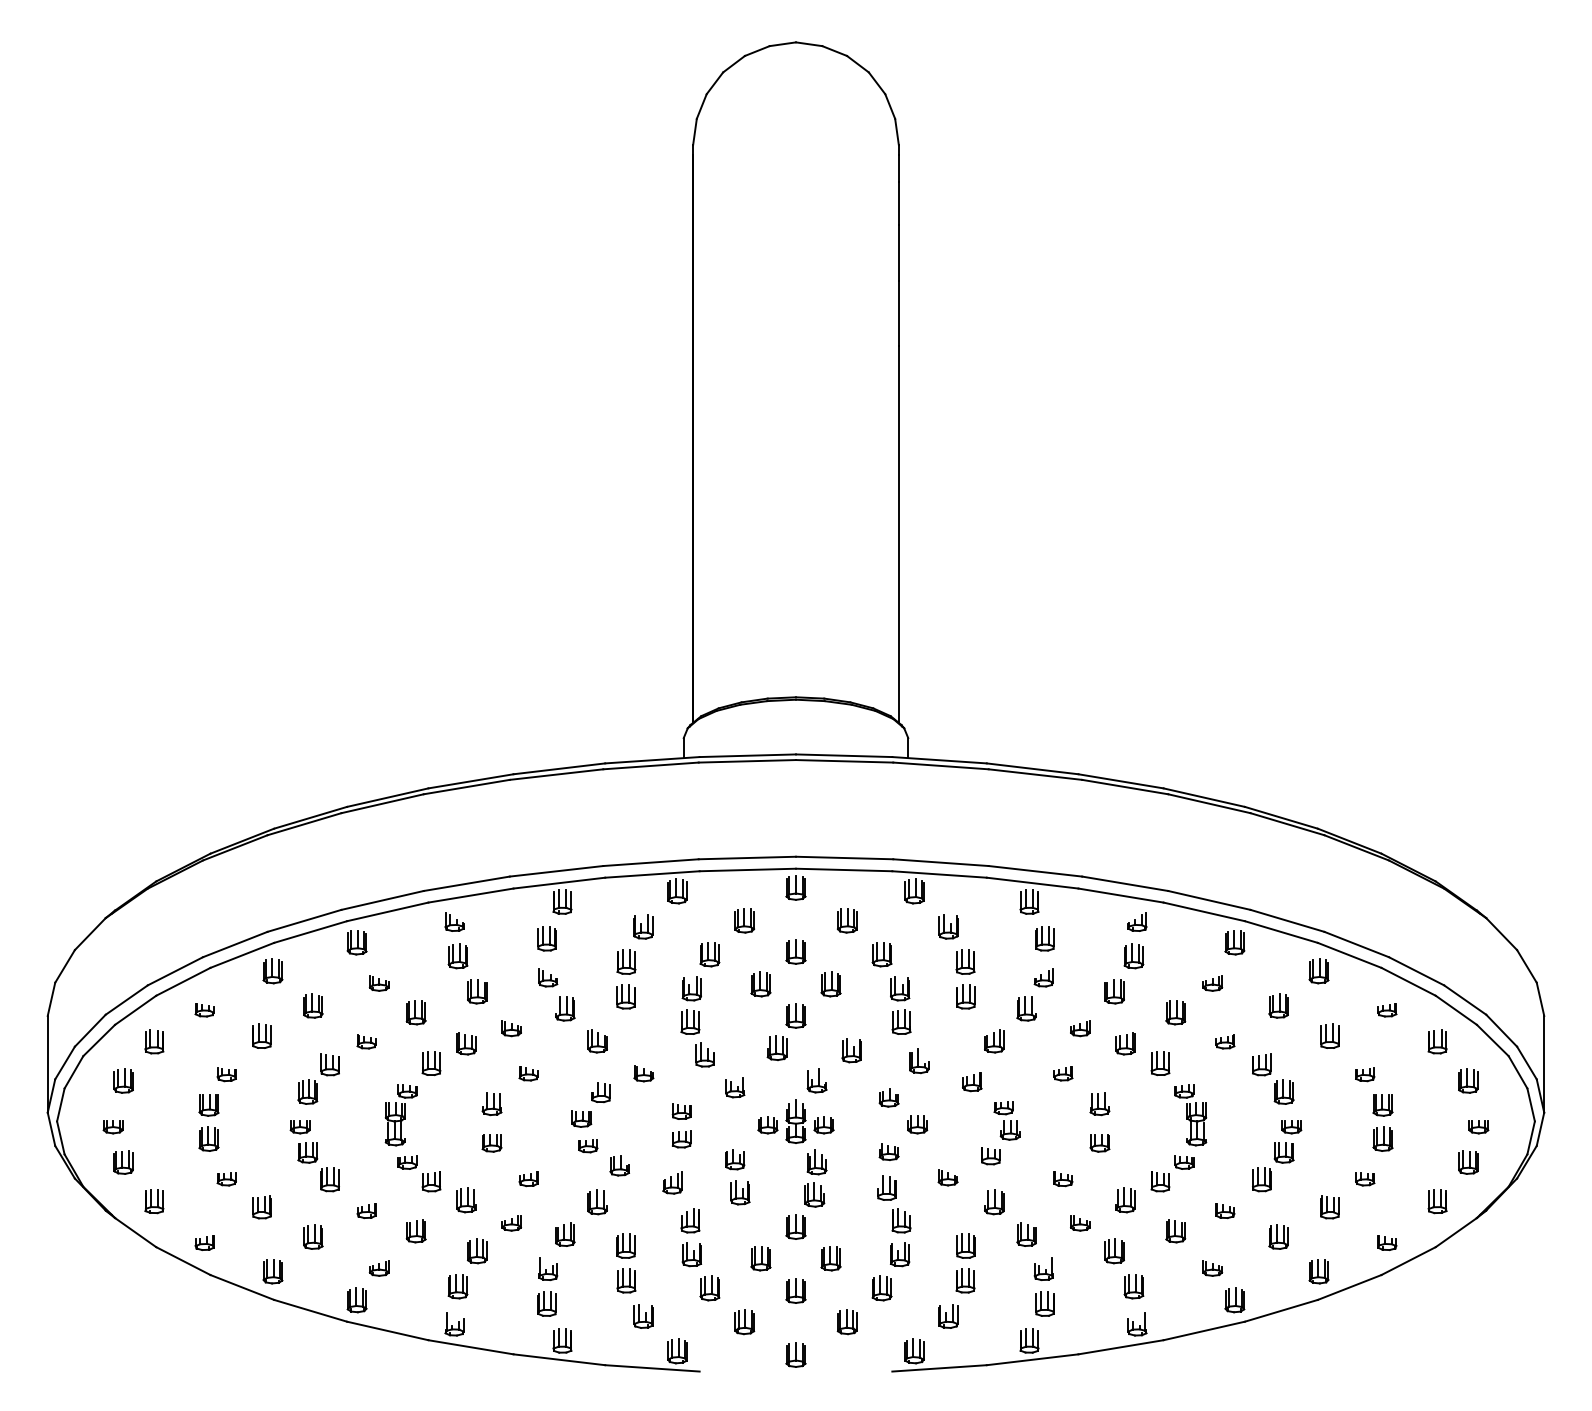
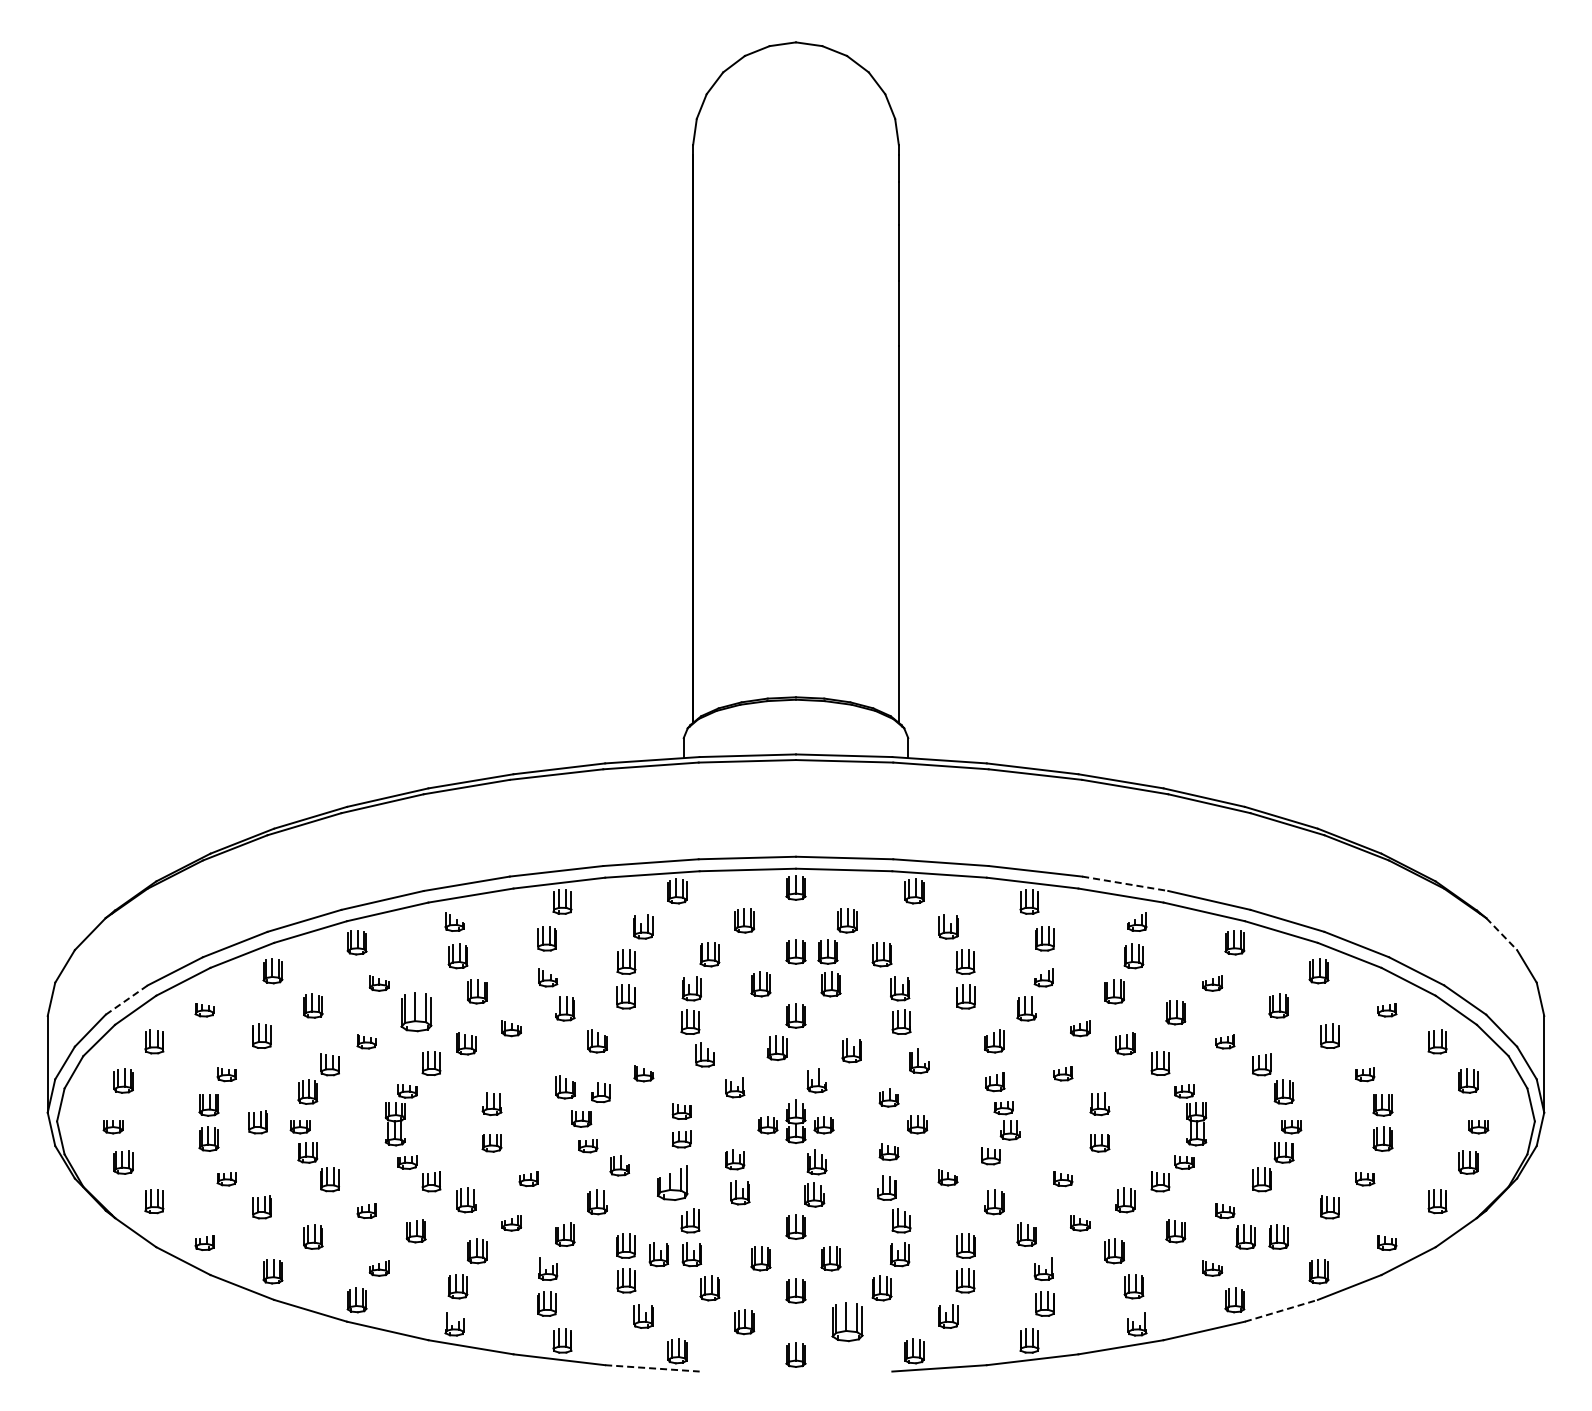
line at (1125, 883): solid -> dashed
line at (1502, 934): solid -> dashed
part at (827, 951): none -> present
line at (126, 1000): solid -> dashed
part at (415, 1012) size: 22x26 px -> 33x41 px
part at (528, 1073): present -> none
part at (972, 1082) position: (972, 1082) -> (995, 1082)
part at (565, 1087): none -> present
part at (257, 1122): none -> present
part at (672, 1182) size: 21x24 px -> 32x36 px
part at (1245, 1236): none -> present
part at (658, 1254): none -> present
line at (1281, 1310): solid -> dashed
part at (846, 1322) size: 22x27 px -> 33x41 px
line at (652, 1368): solid -> dashed
